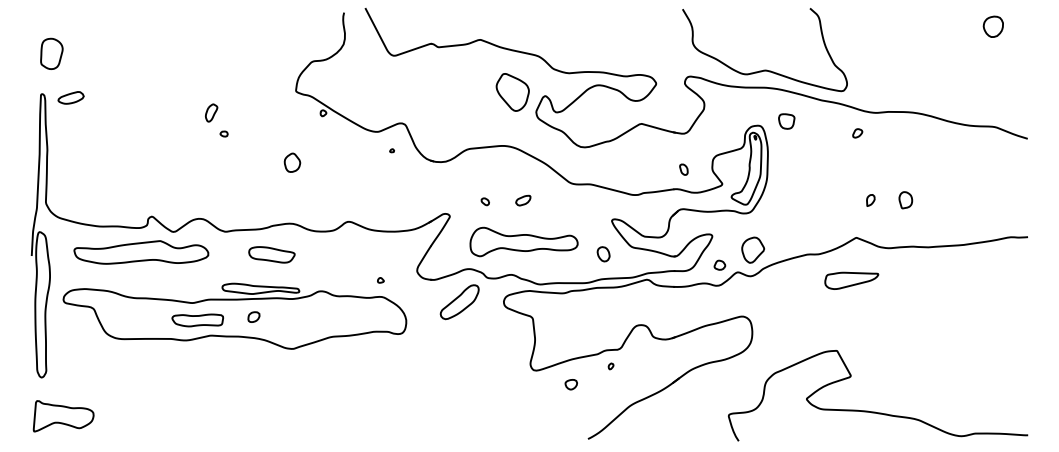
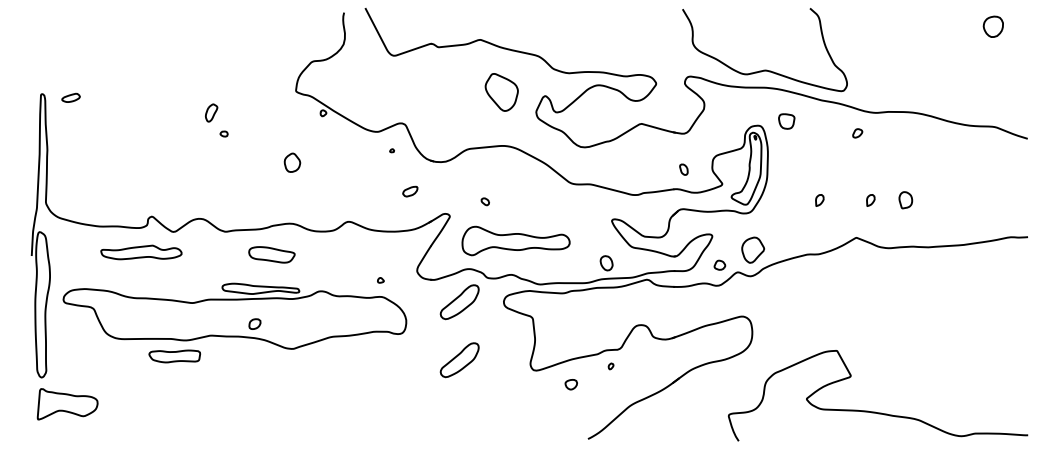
part at (51, 53): present -> none
part at (512, 92) position: (512, 92) -> (501, 92)
part at (70, 97) size: 28x14 px -> 20x11 px
part at (523, 200) position: (523, 200) -> (410, 191)
part at (819, 200): none -> present
part at (523, 241) position: (523, 241) -> (515, 240)
part at (141, 252) size: 137x25 px -> 83x17 px
part at (603, 254) position: (603, 254) -> (606, 263)
part at (851, 280): present -> none
part at (253, 316) position: (253, 316) -> (254, 323)
part at (197, 320) position: (197, 320) -> (174, 356)
part at (459, 360): none -> present
part at (63, 416) position: (63, 416) -> (67, 404)
